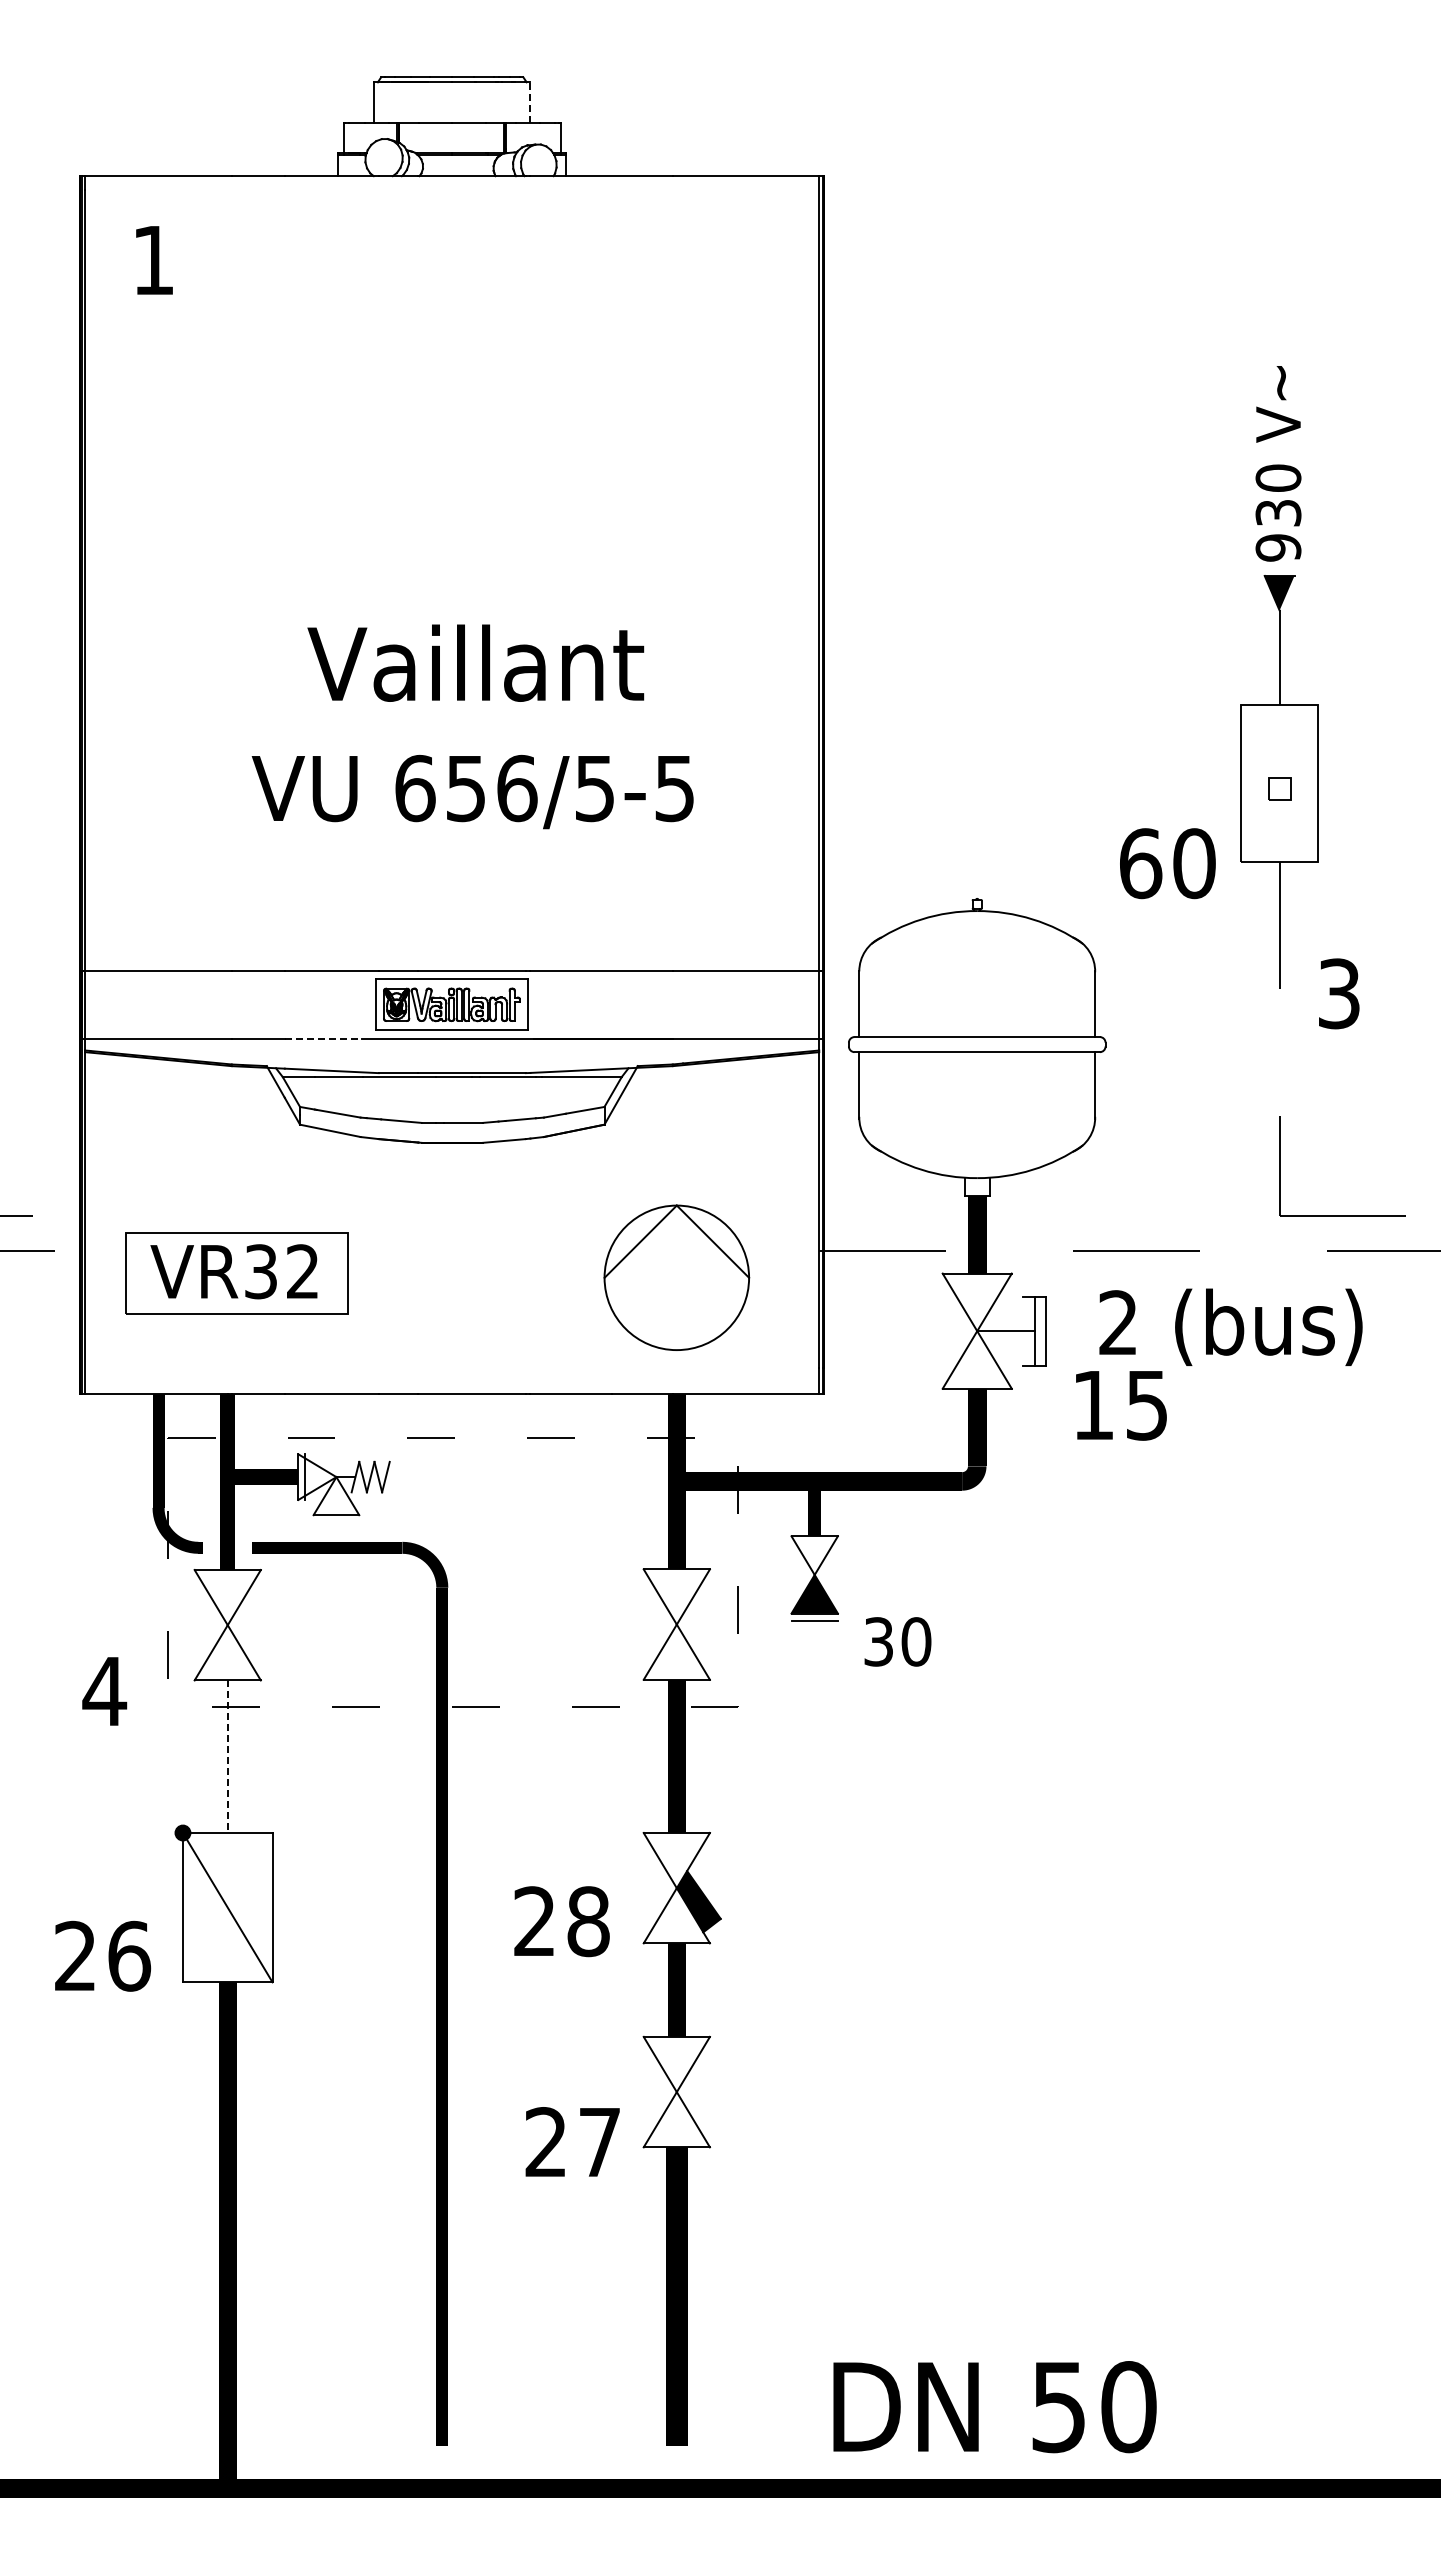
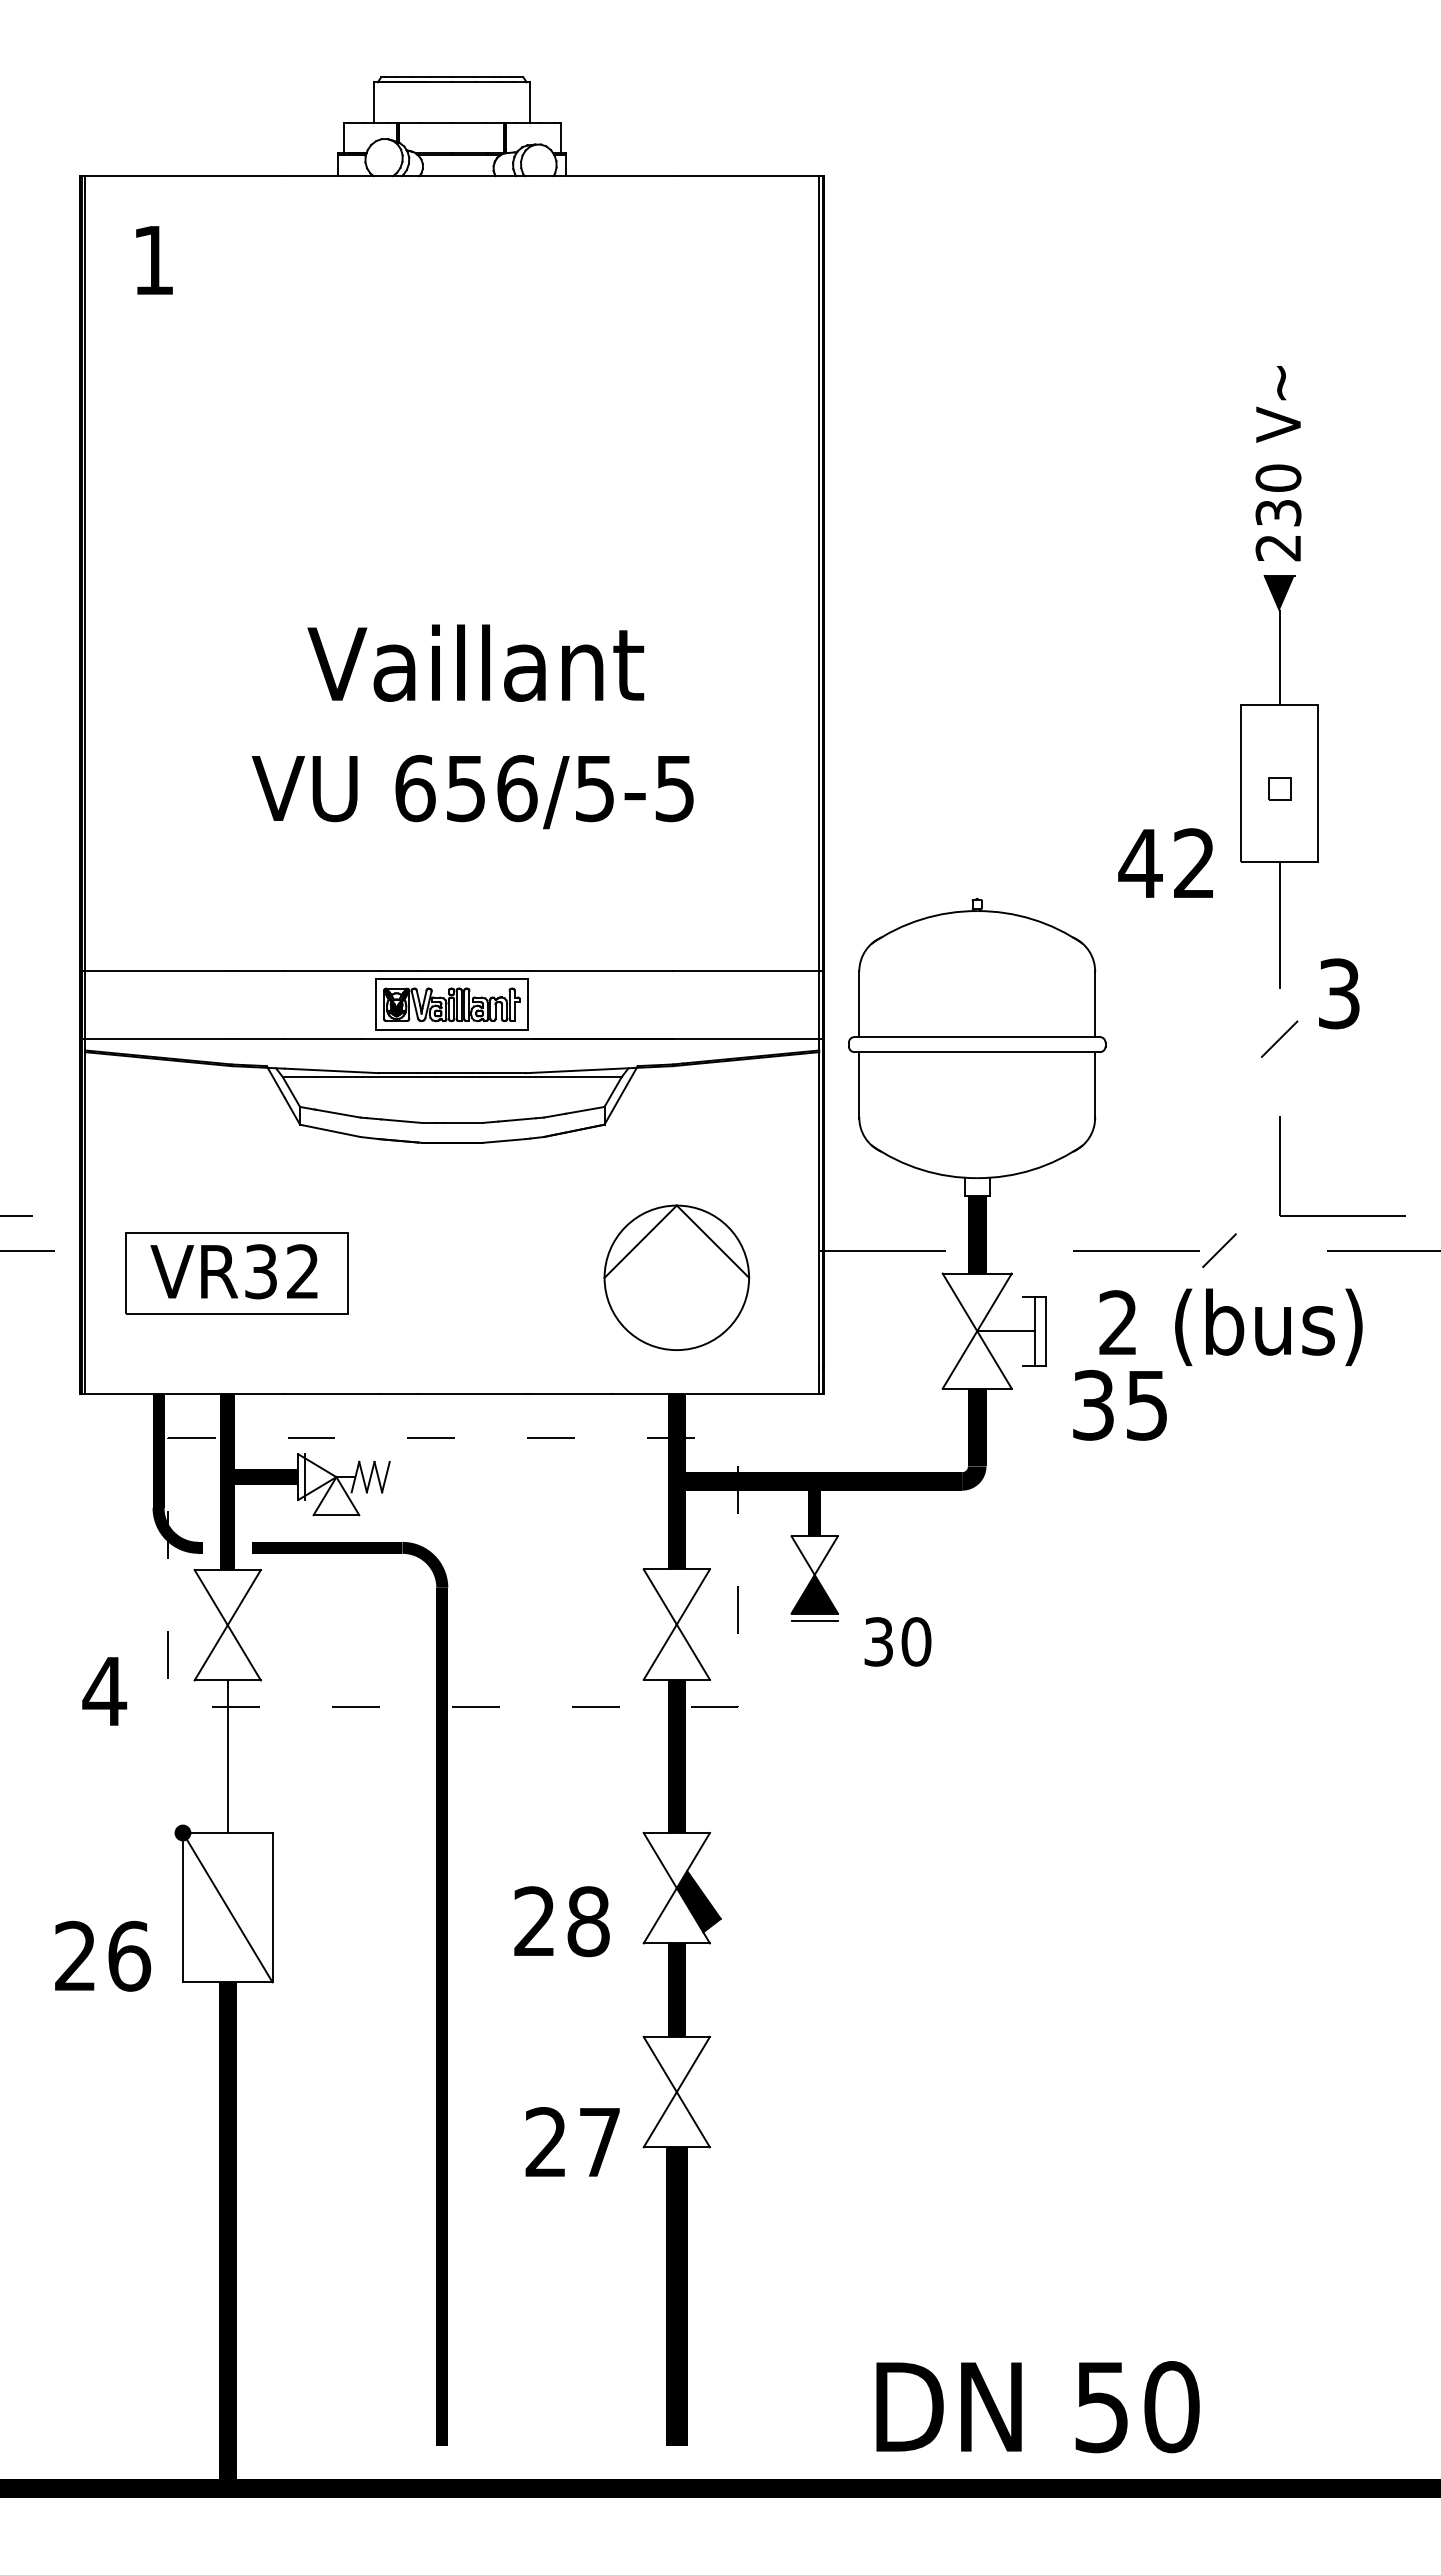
line at (530, 102): dashed -> solid
text at (1278, 547): 930 -> 230
text at (1166, 863): 60 -> 42
line at (323, 1038): dashed -> solid
line at (1279, 1038): none -> present
line at (1219, 1250): none -> present
text at (1093, 1404): 15 -> 35
line at (227, 1757): dashed -> solid
text at (994, 2407) position: (994, 2407) -> (1037, 2407)
